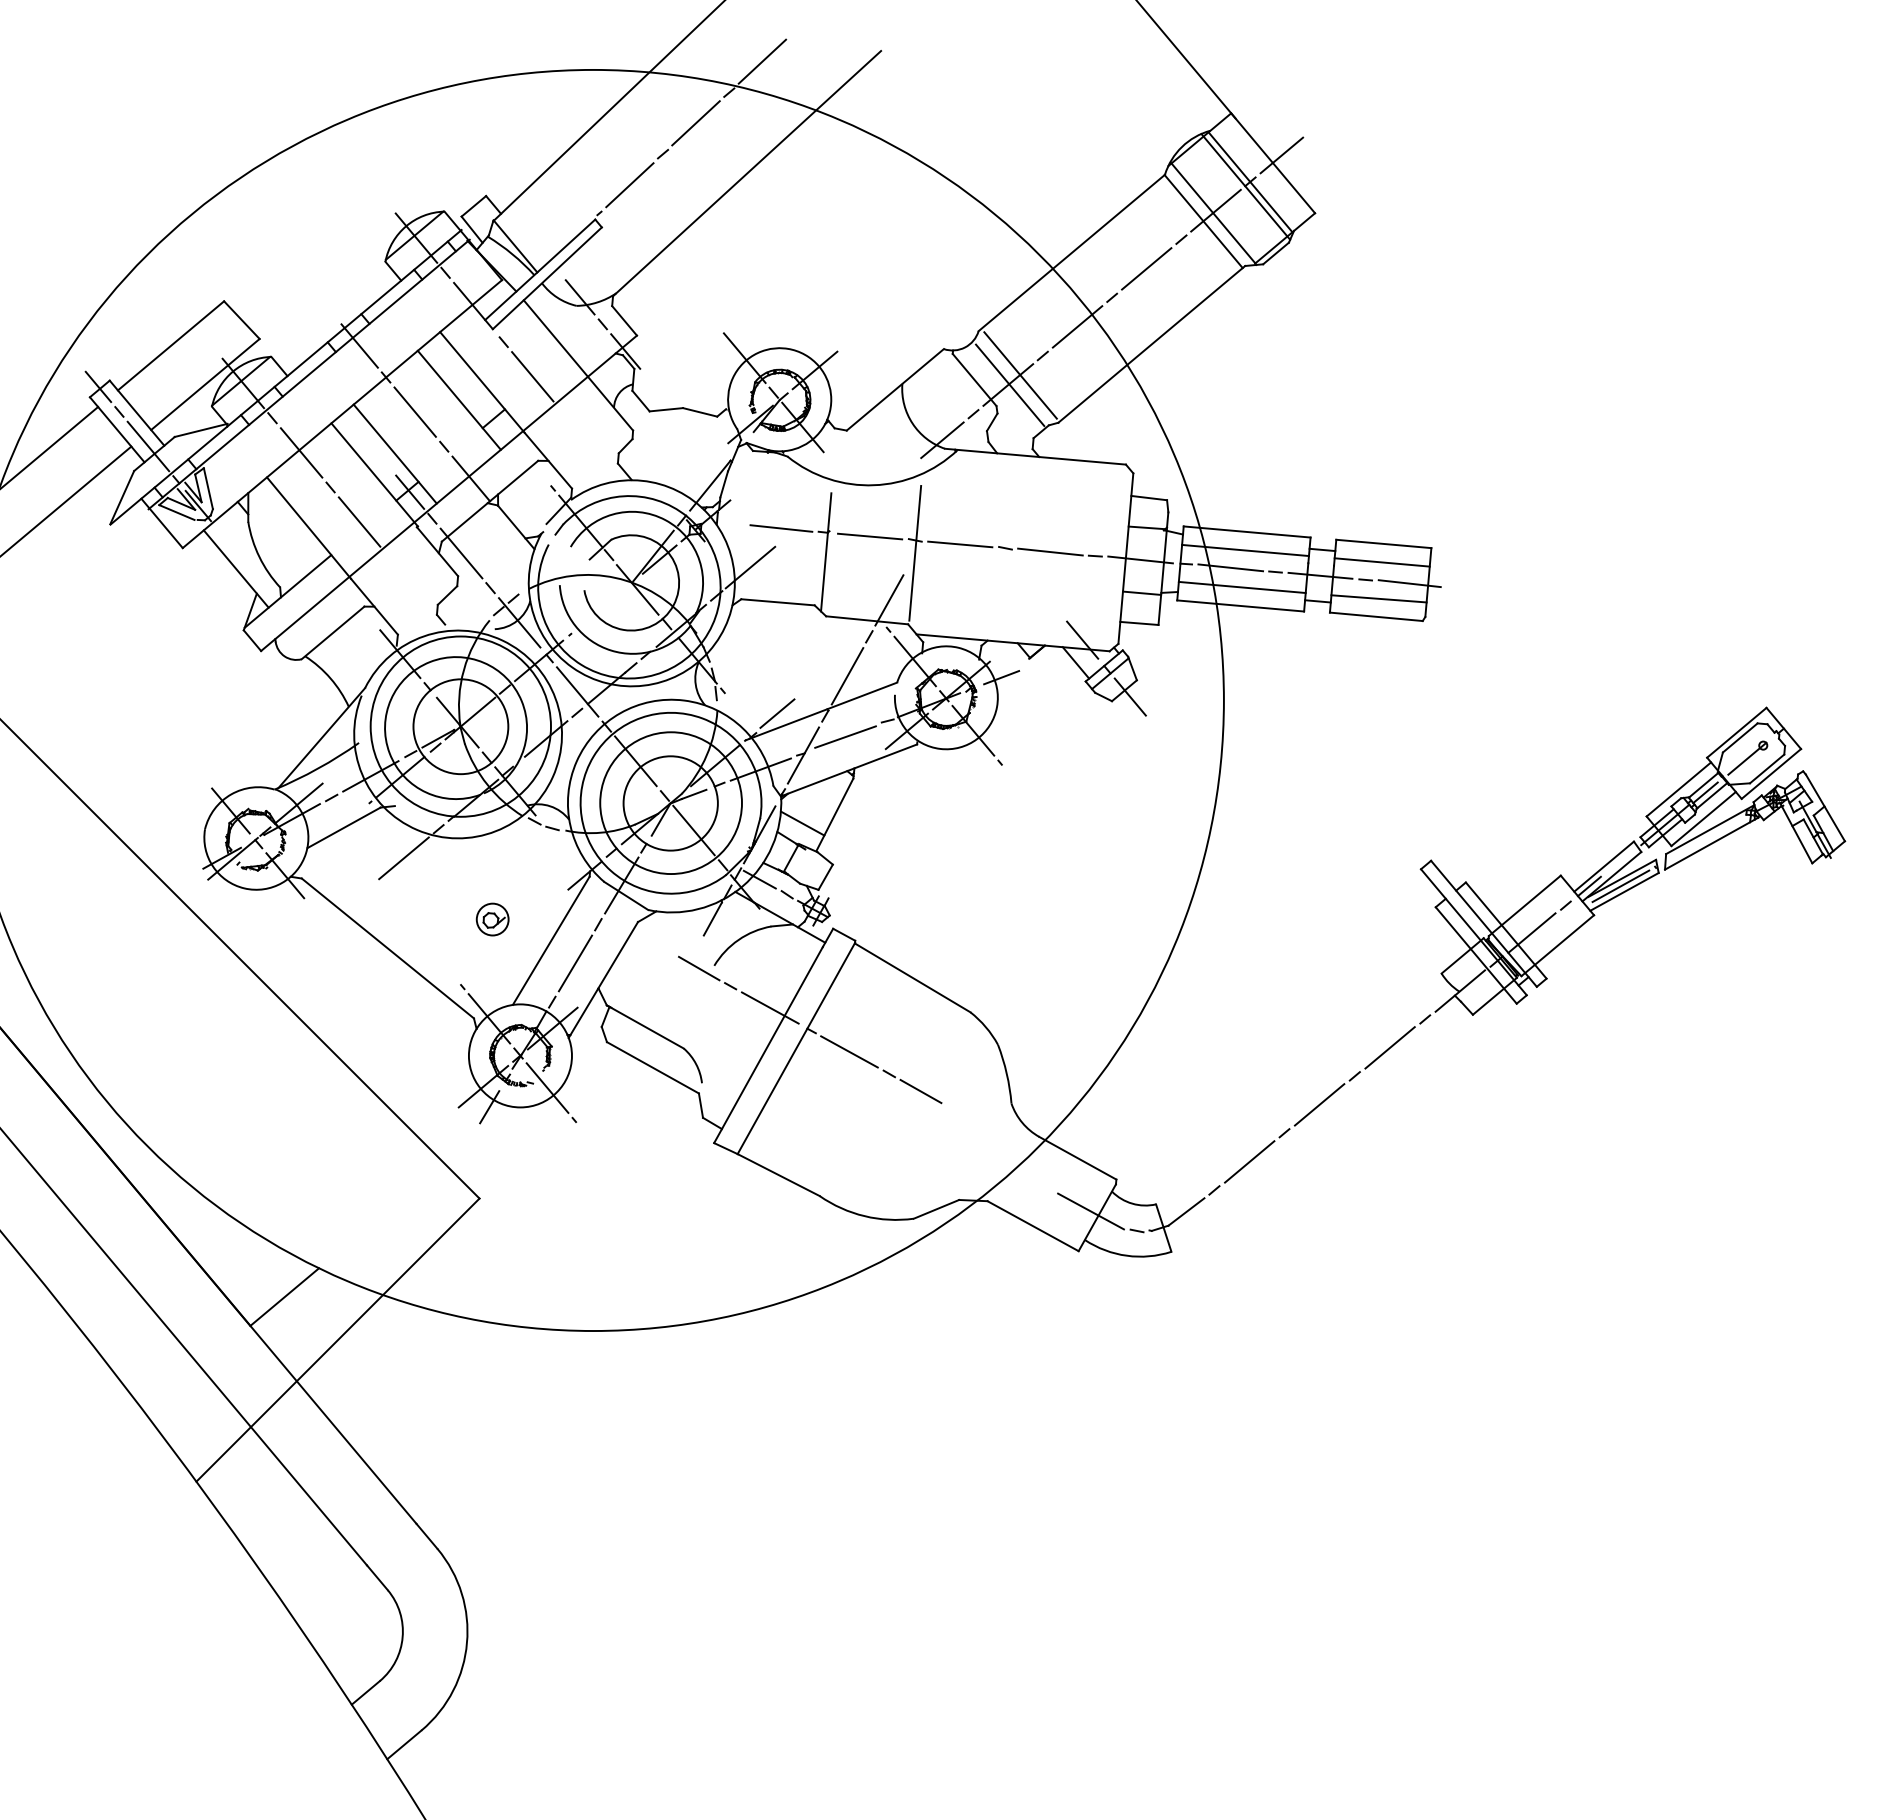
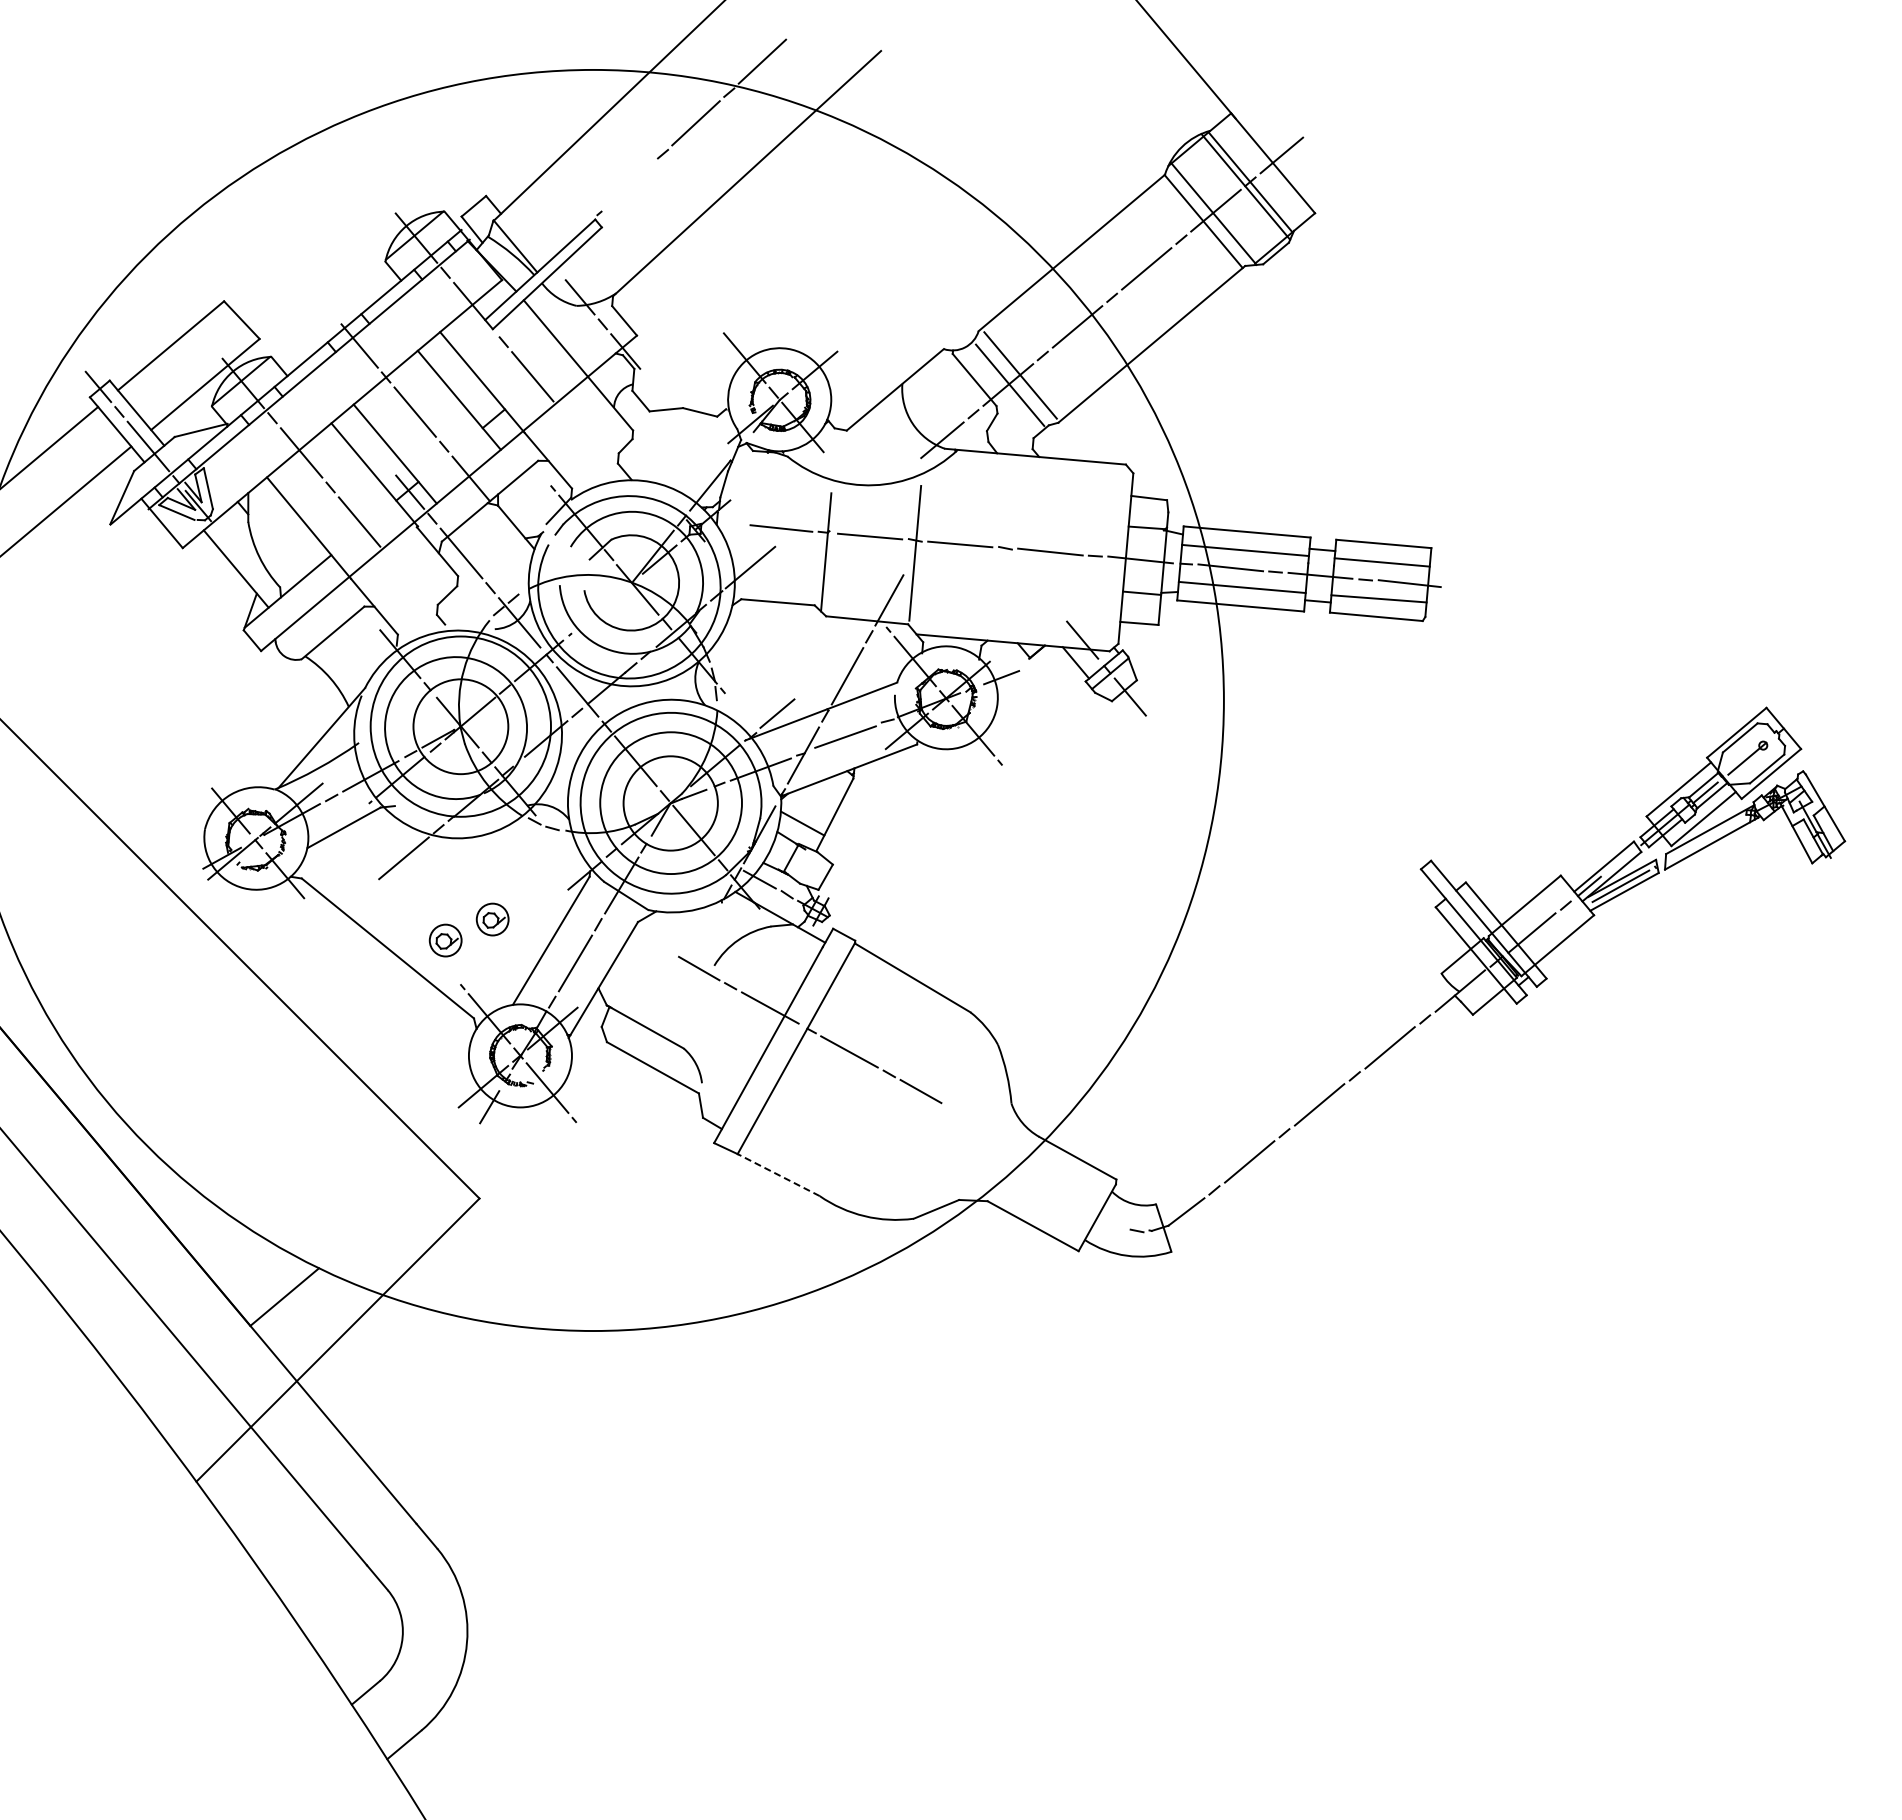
line at (629, 185): present -> none
line at (712, 918): present -> none
part at (445, 940): none -> present
line at (778, 1175): solid -> dashed
line at (1090, 1211): present -> none
